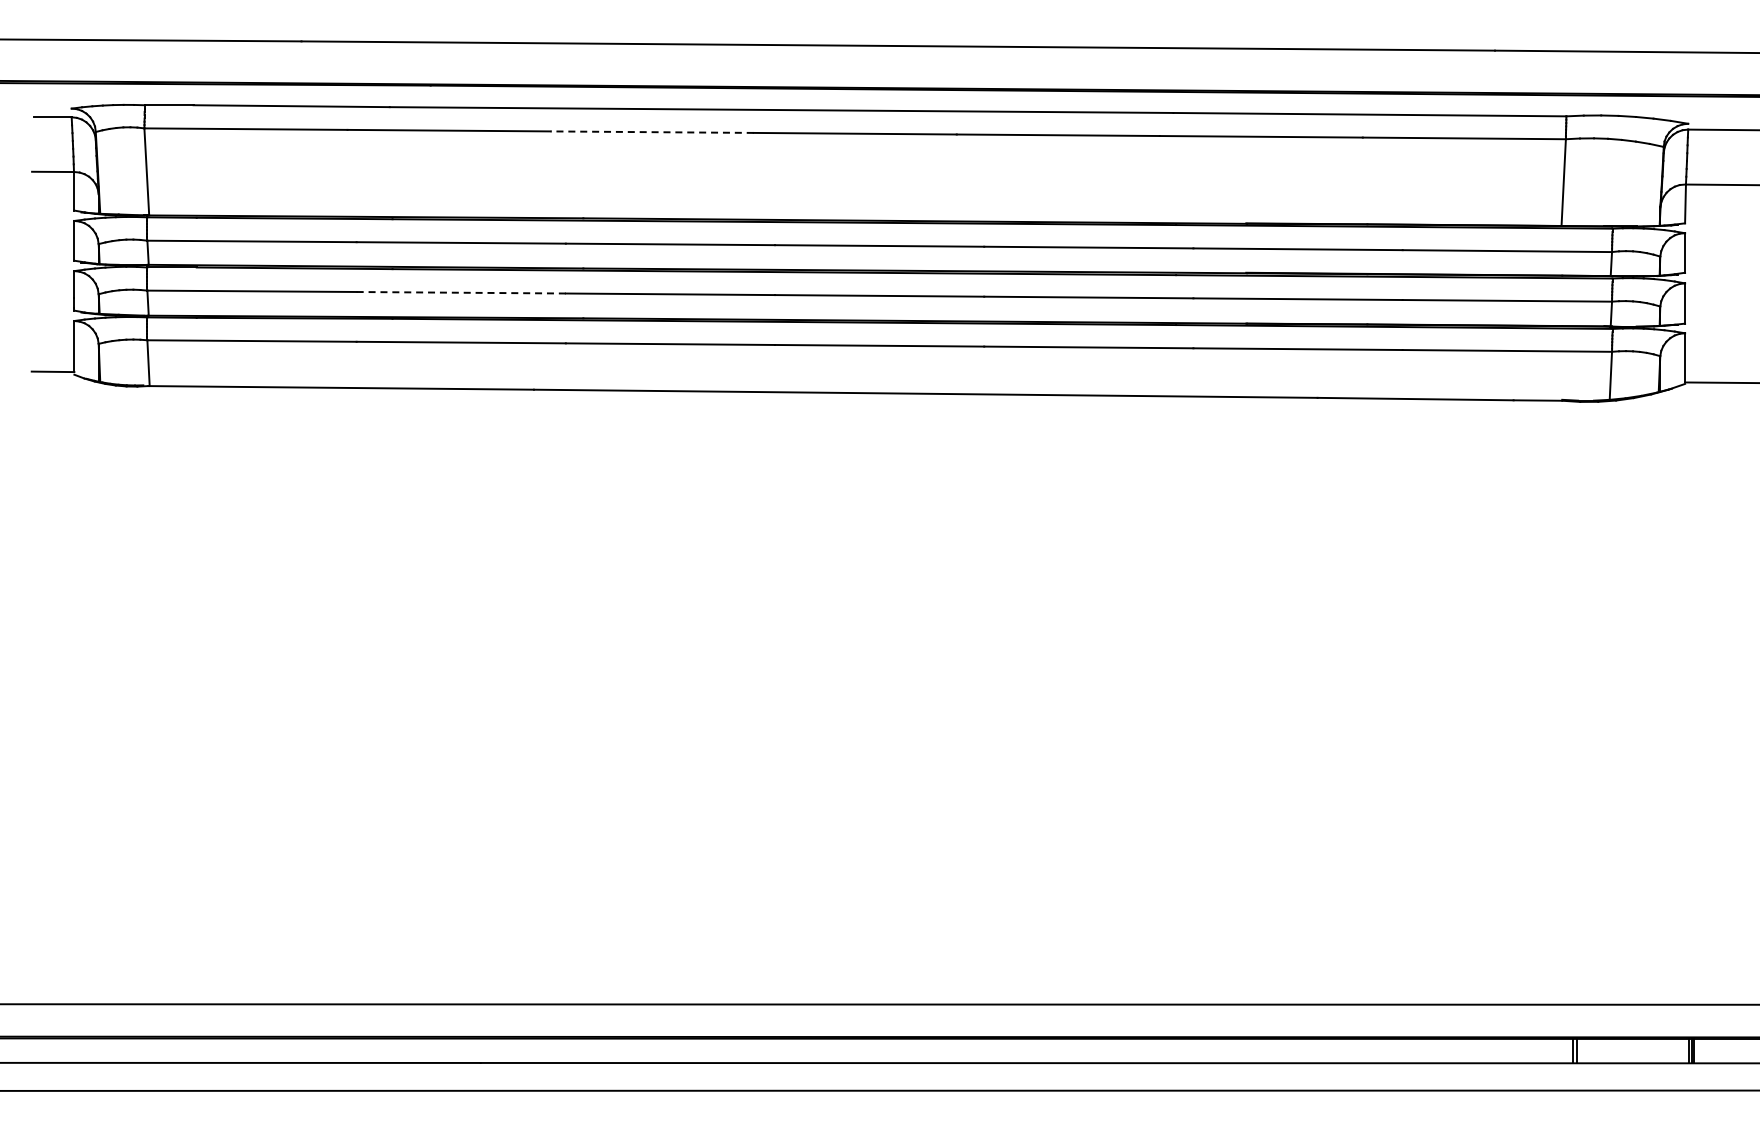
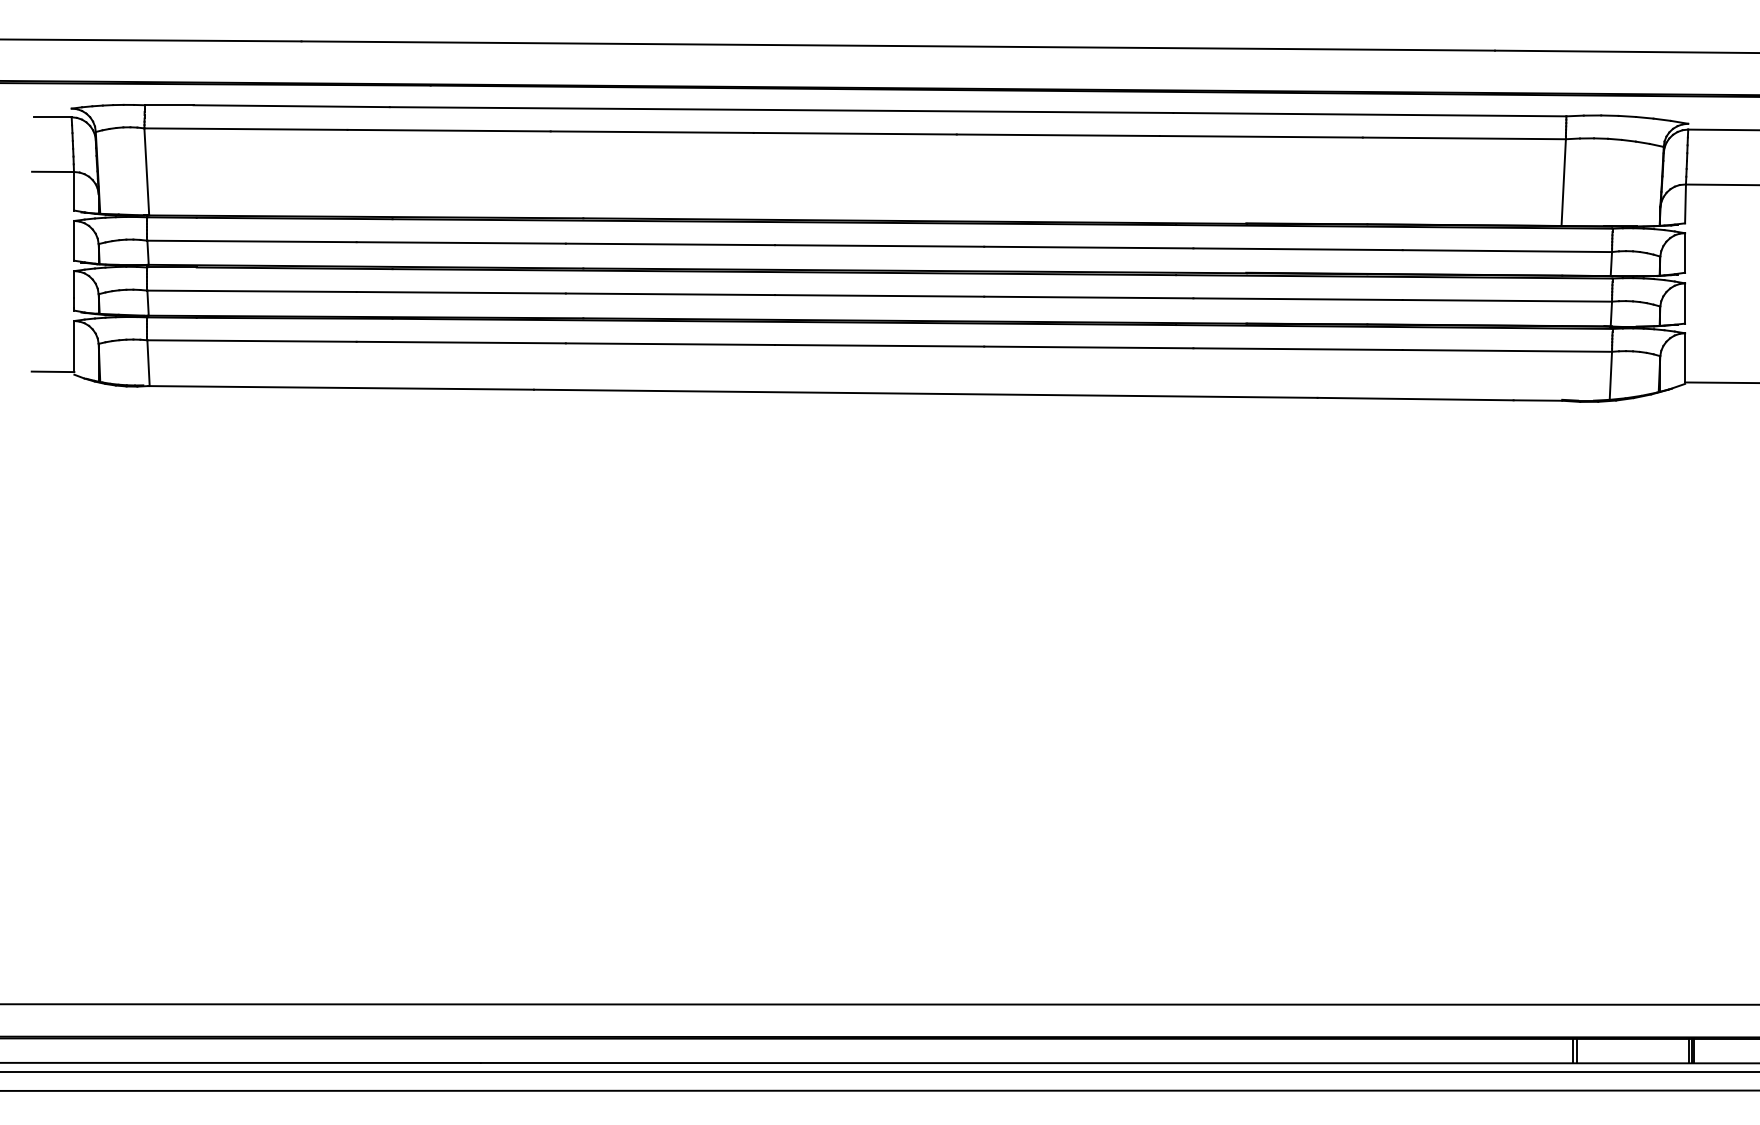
line at (652, 132): dashed -> solid
line at (461, 292): dashed -> solid
line at (879, 1071): none -> present
